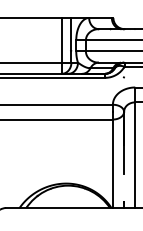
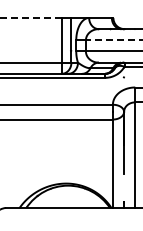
line at (30, 17): solid -> dashed
line at (113, 40): solid -> dashed
